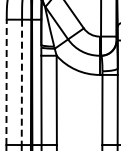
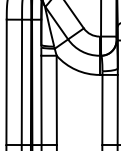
line at (6, 82): dashed -> solid
line at (21, 82): dashed -> solid
